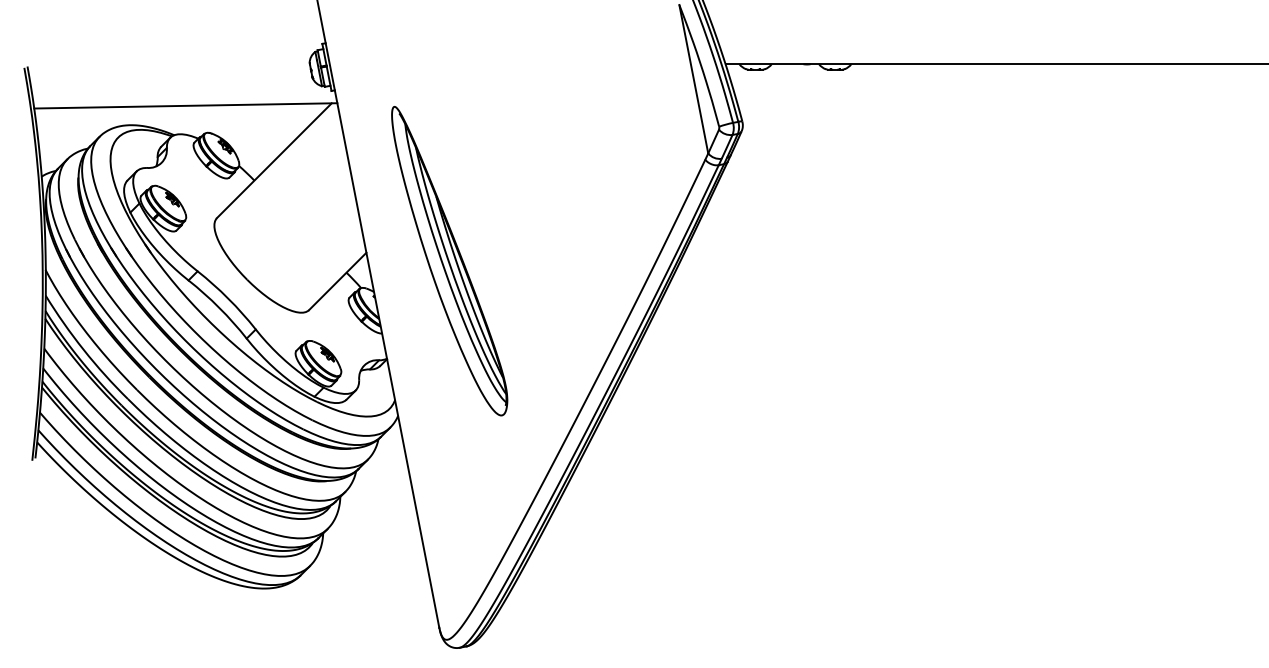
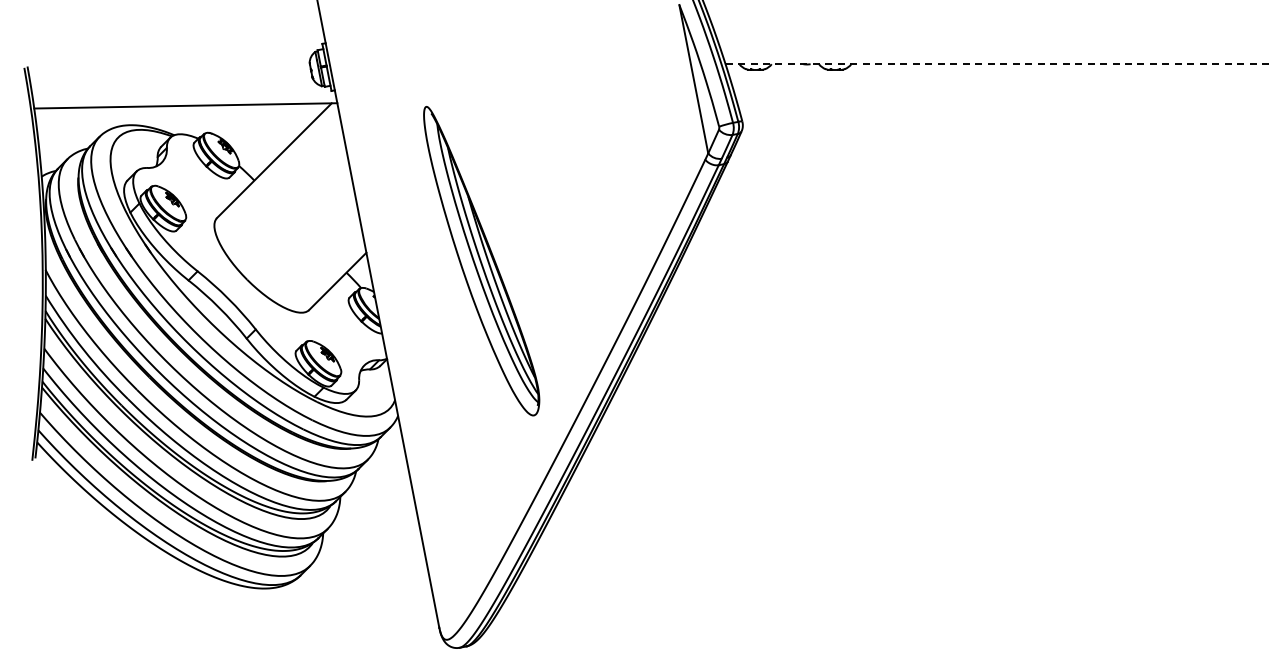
line at (997, 64): solid -> dashed
part at (449, 261) position: (449, 261) -> (481, 261)
